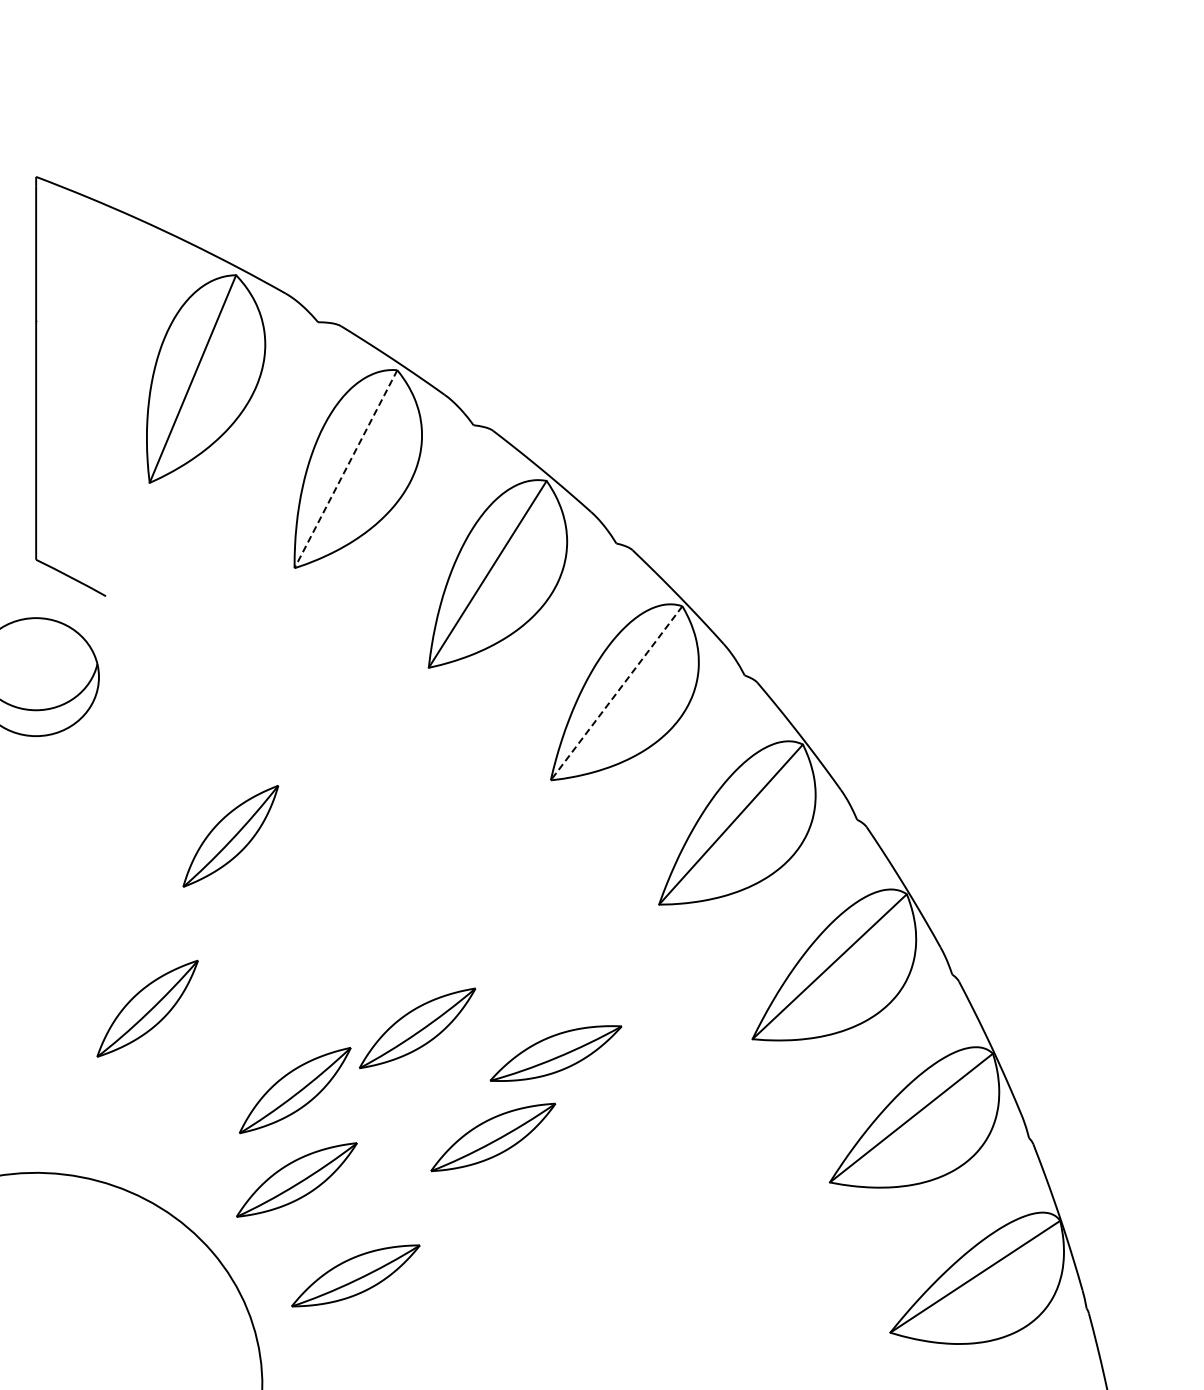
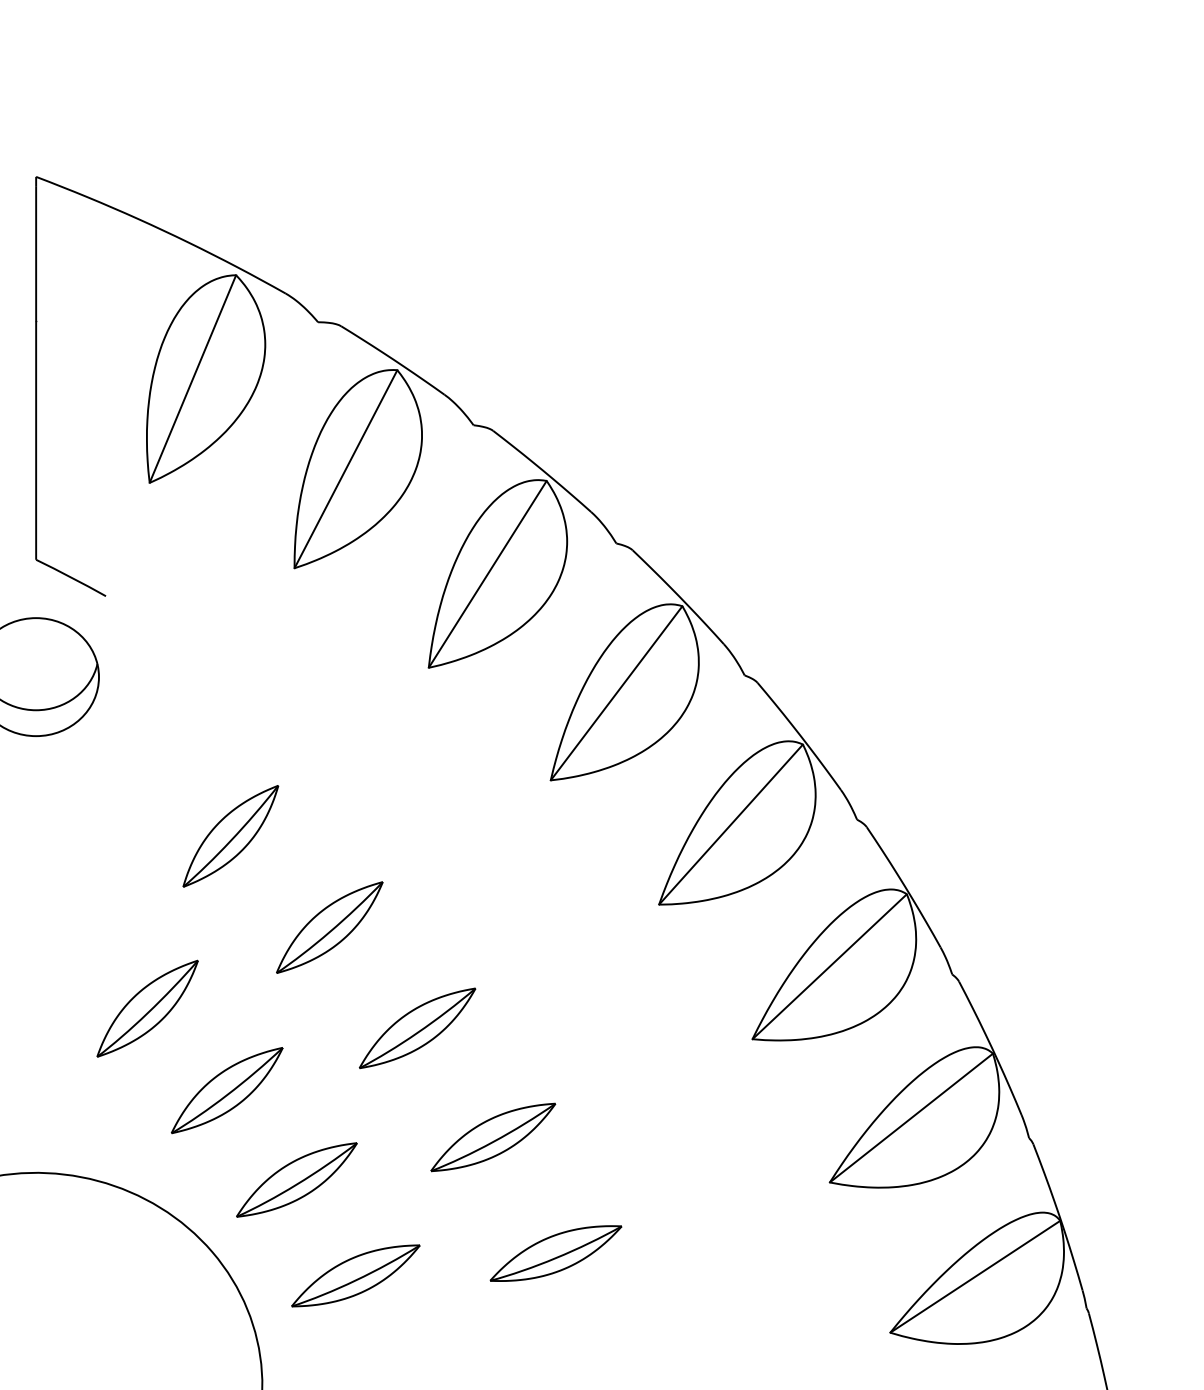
line at (345, 469): dashed -> solid
line at (616, 693): dashed -> solid
part at (329, 927): none -> present
part at (555, 1053) position: (555, 1053) -> (555, 1253)
part at (294, 1090) position: (294, 1090) -> (226, 1090)
